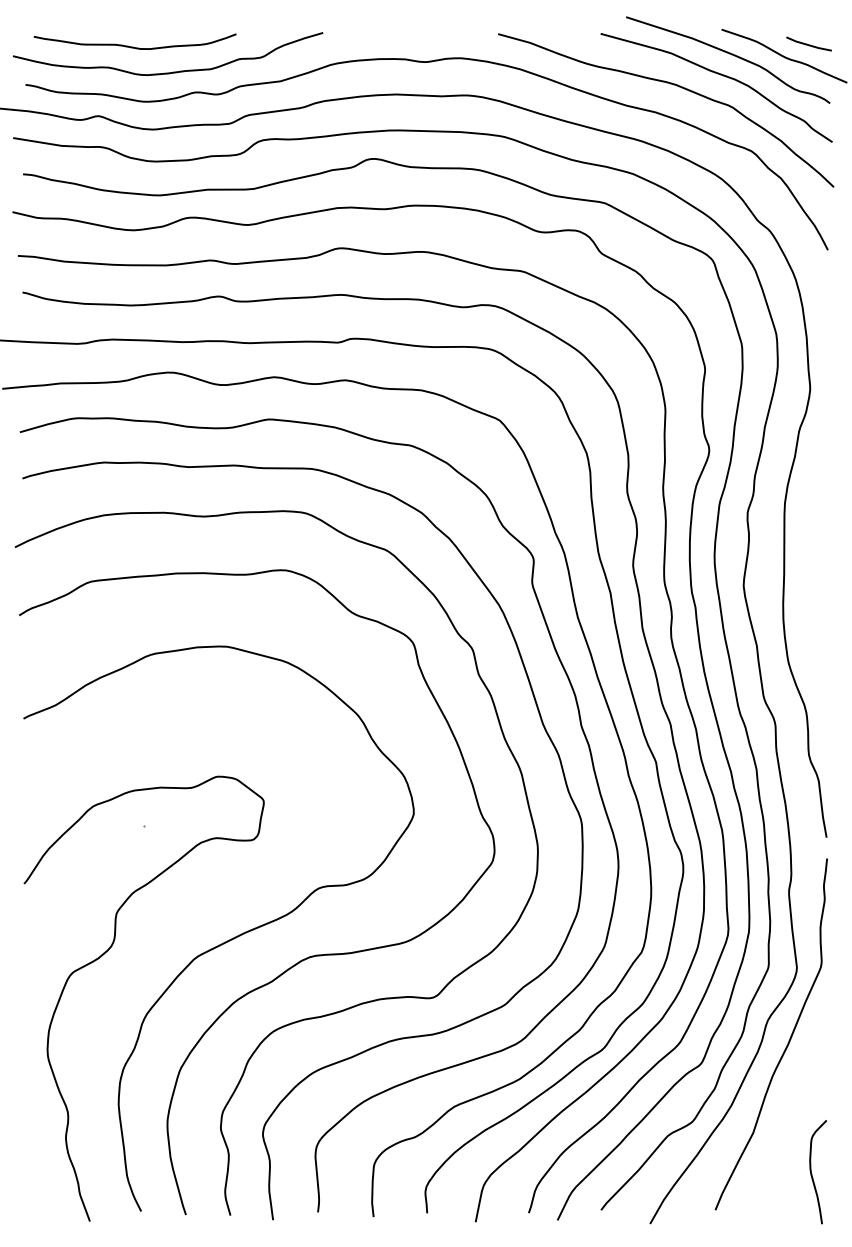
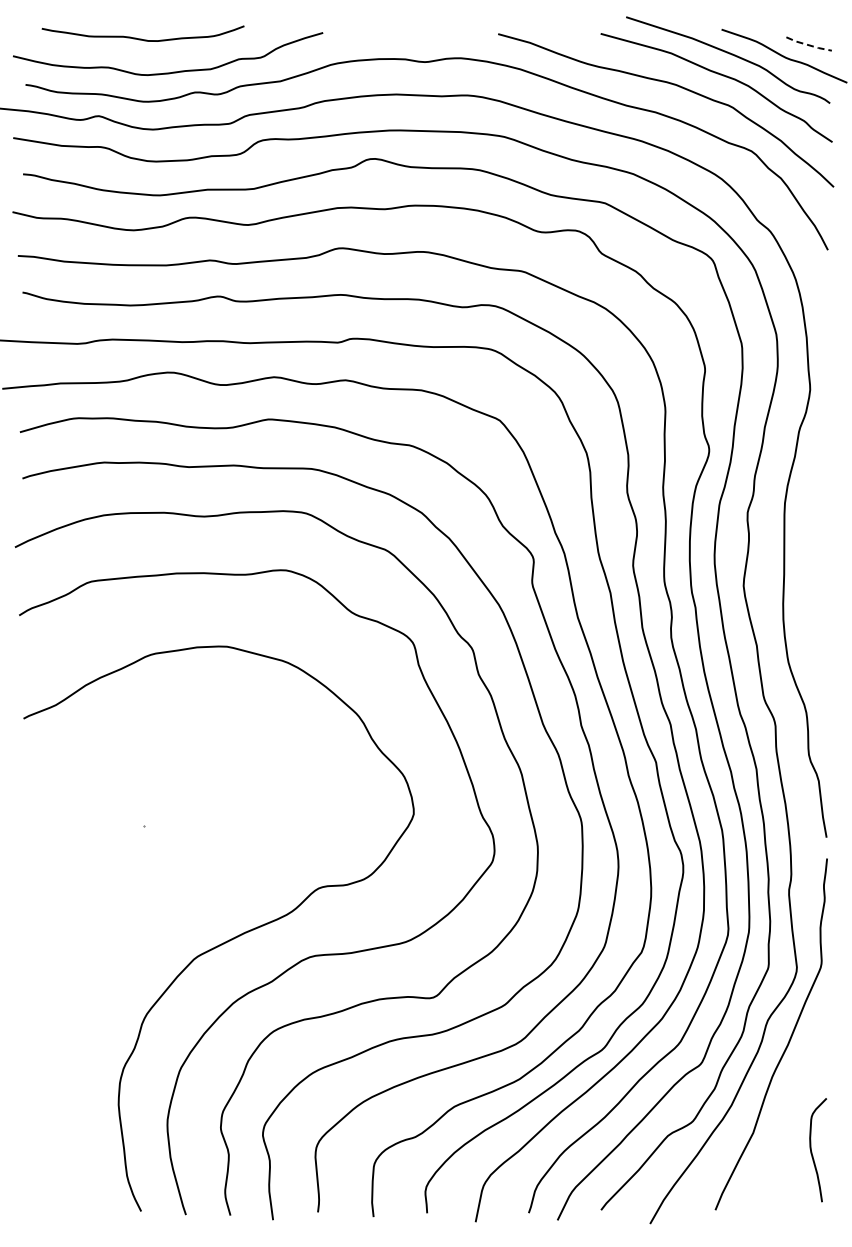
line at (809, 45): solid -> dashed
curve at (133, 46) position: (133, 46) -> (141, 38)
curve at (108, 951): present -> none
curve at (812, 1173) position: (812, 1173) -> (812, 1151)
